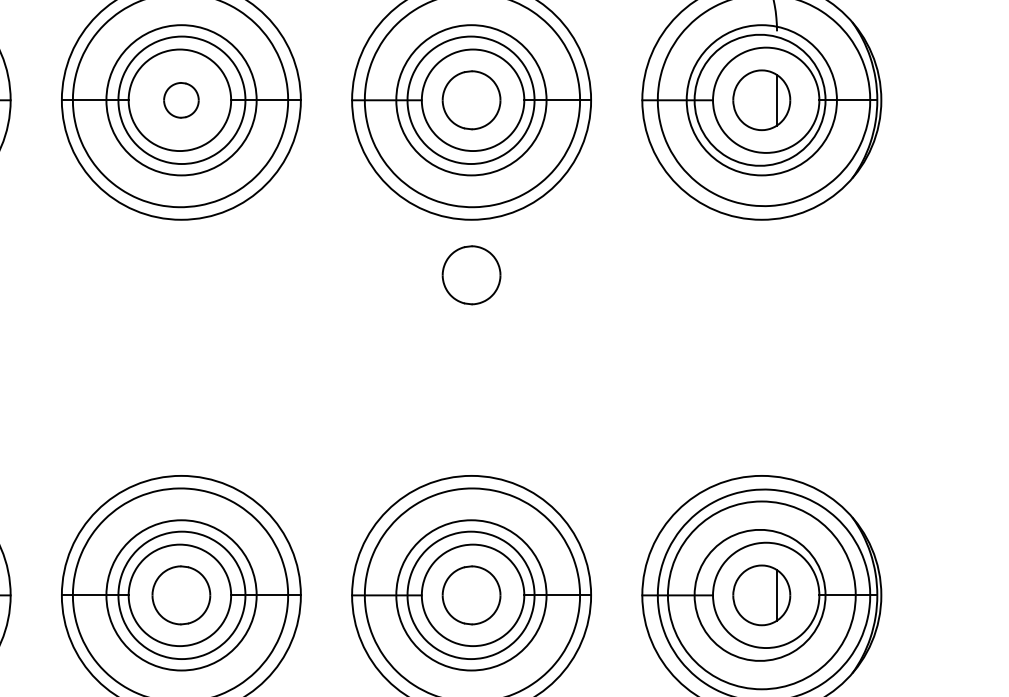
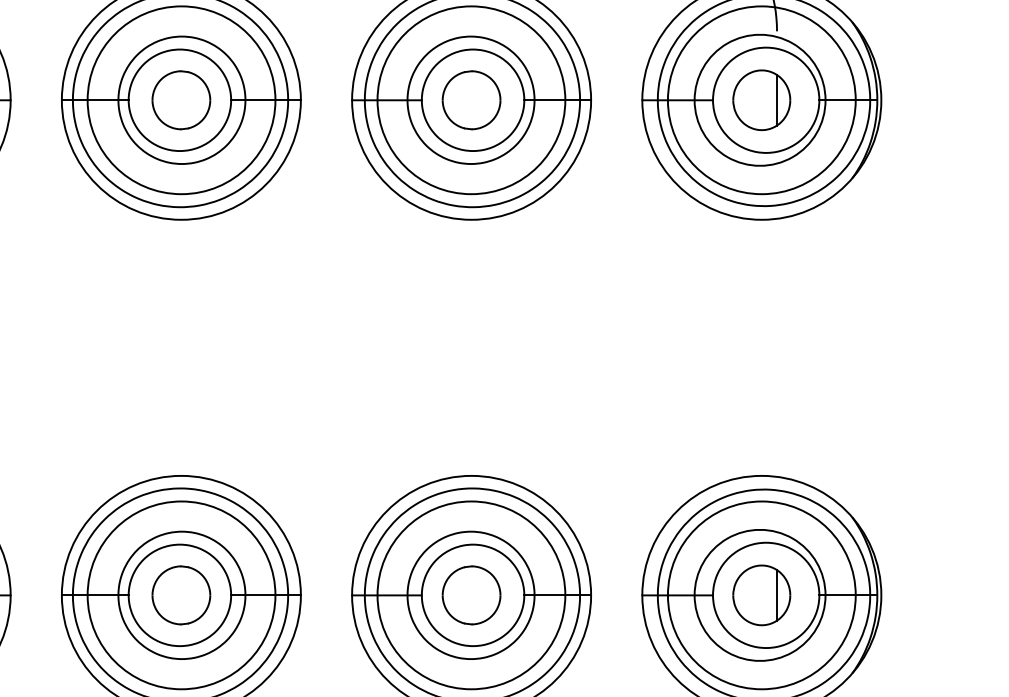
circle at (181, 100) diameter: 150 px -> 188 px
part at (181, 100) size: 37x37 px -> 61x61 px
circle at (471, 100) diameter: 150 px -> 188 px
circle at (761, 100) diameter: 150 px -> 188 px
part at (471, 275): present -> none
circle at (181, 595) diameter: 150 px -> 188 px
circle at (471, 595) diameter: 150 px -> 188 px
